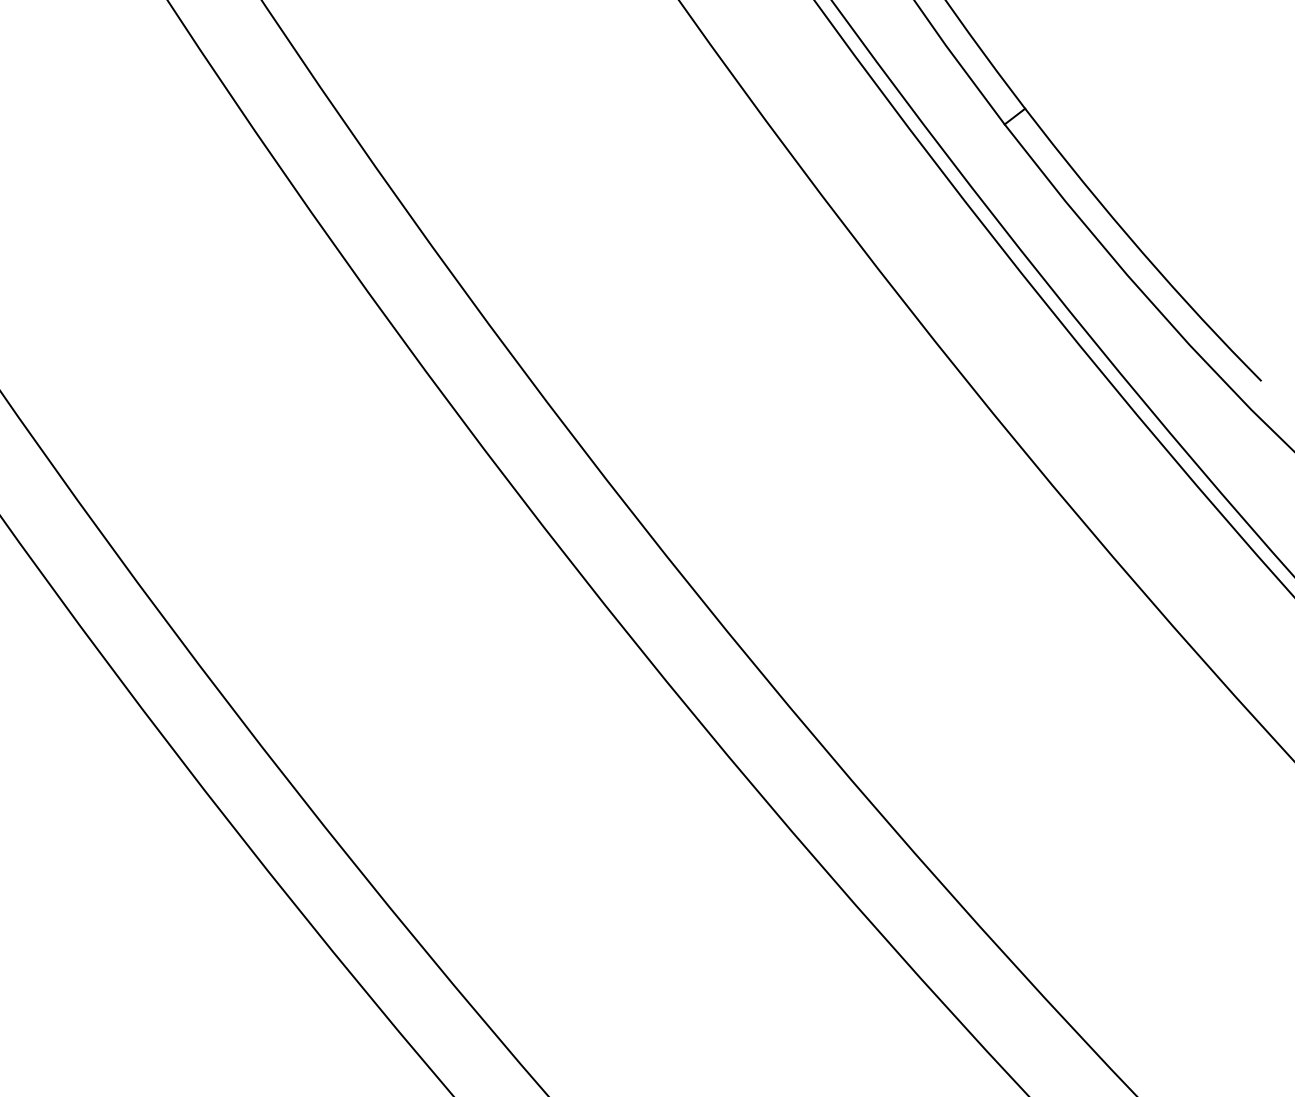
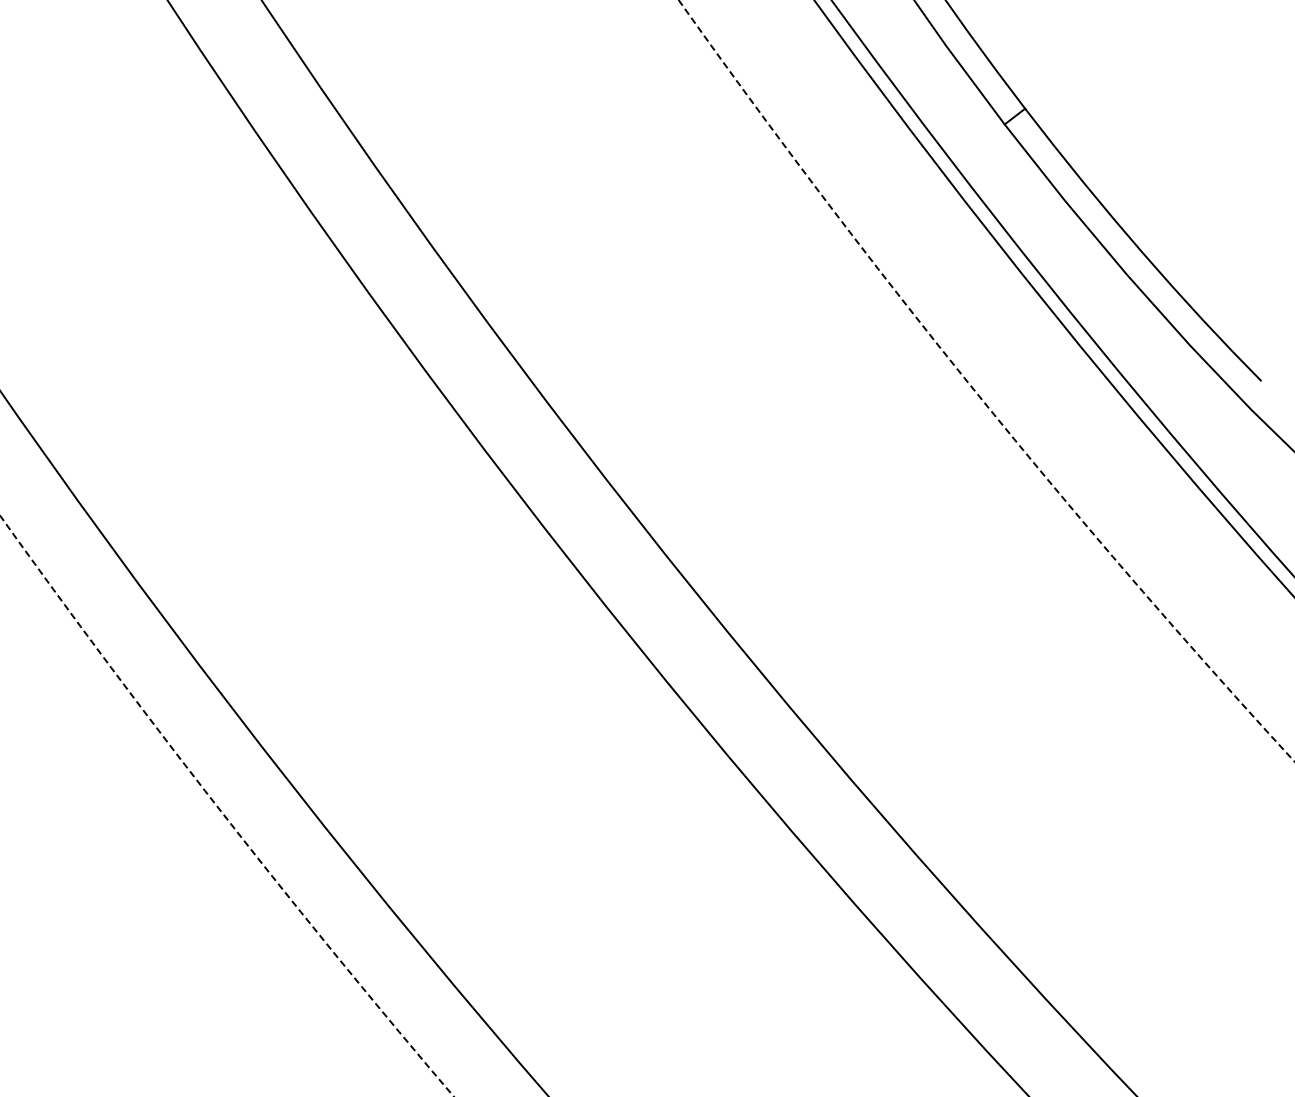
circle at (986, 380): solid -> dashed
circle at (227, 806): solid -> dashed
